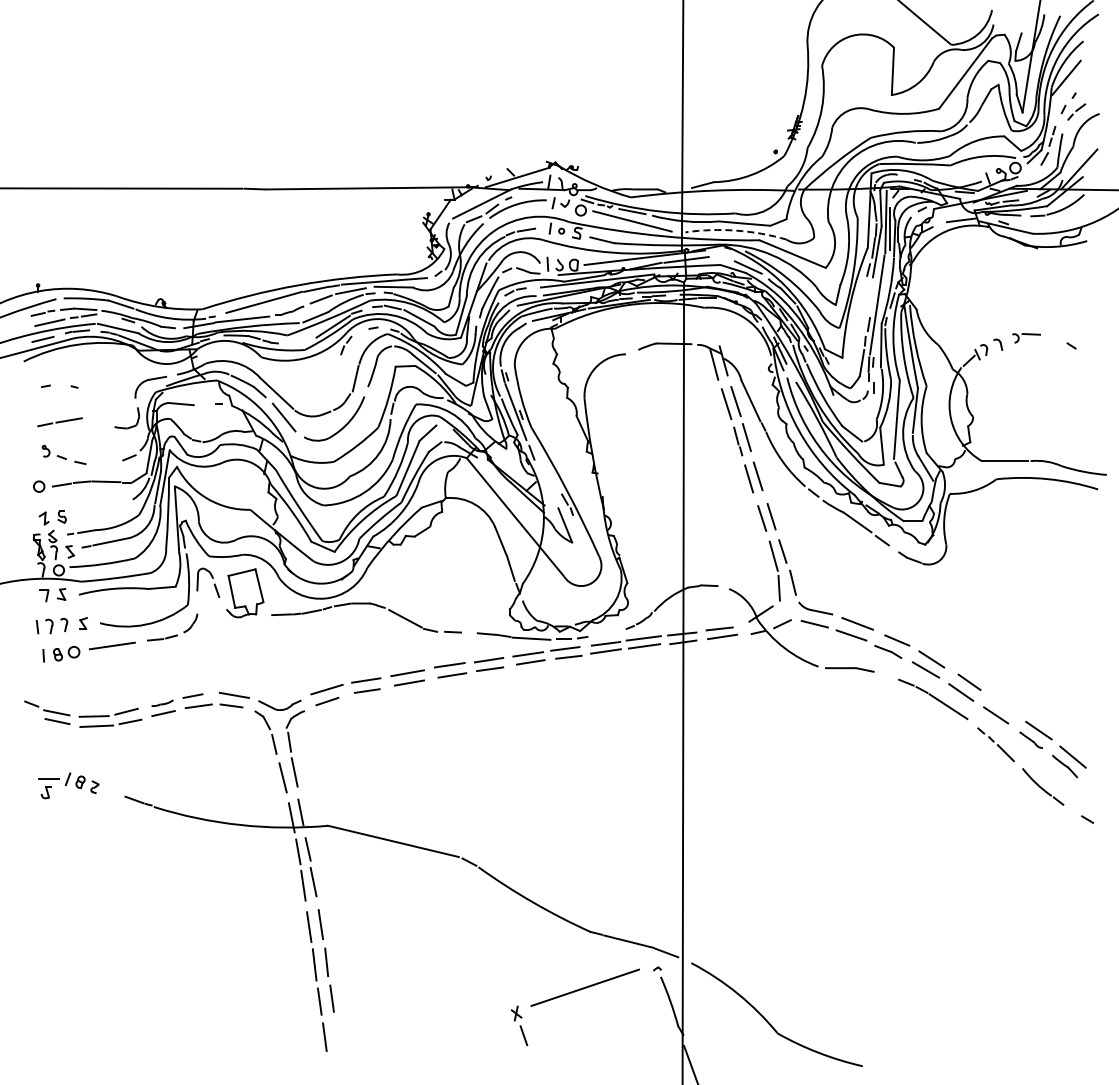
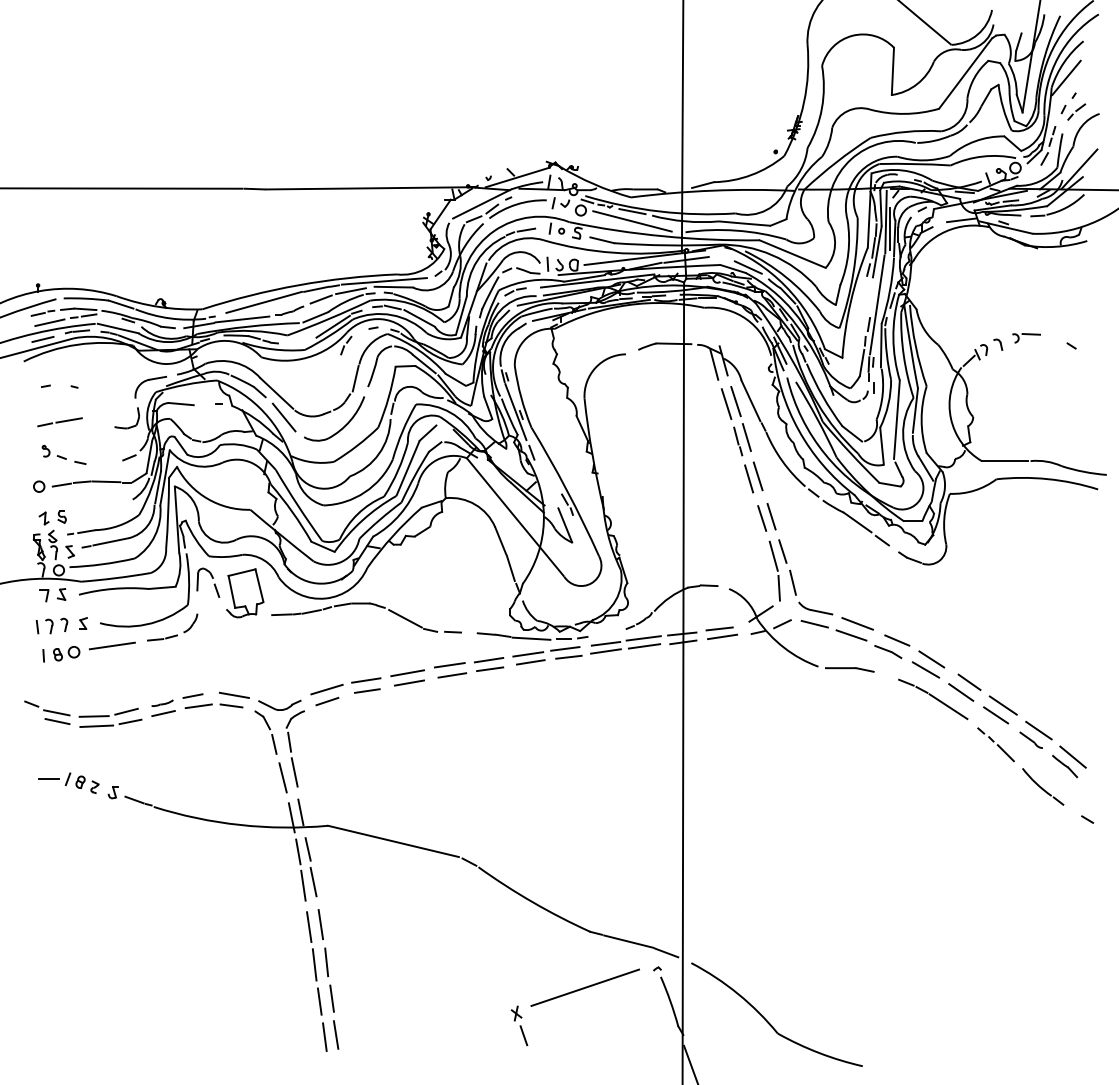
arc at (736, 230): dashed -> solid
line at (1002, 705): none -> present
part at (45, 792) position: (45, 792) -> (112, 792)
line at (335, 1034): none -> present
